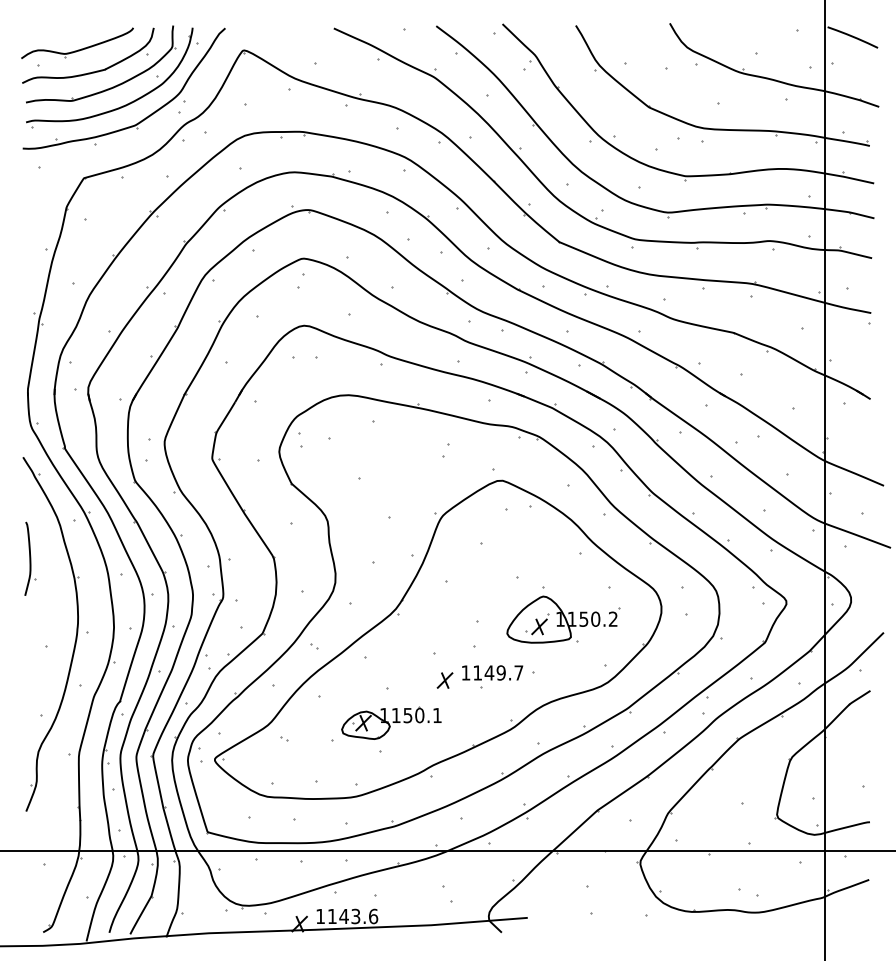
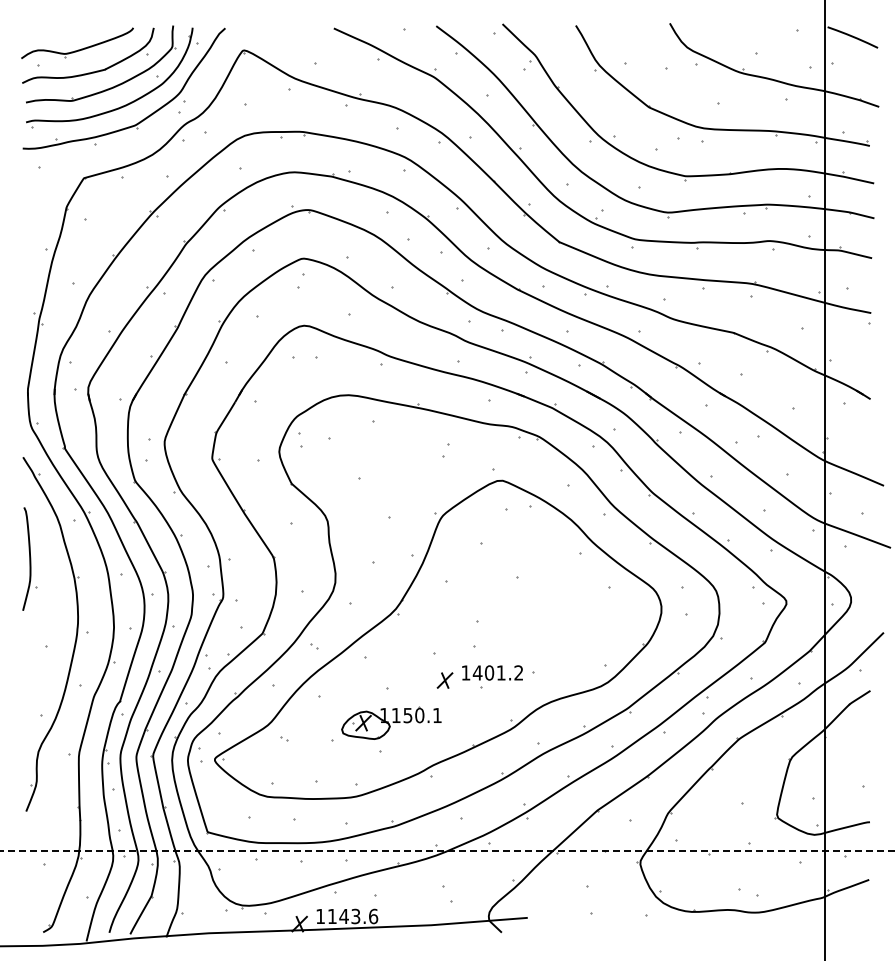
part at (30, 558) size: 13x75 px -> 16x104 px
part at (563, 614): present -> none
text at (497, 672): 1149.7 -> 1401.2
line at (448, 851): solid -> dashed
